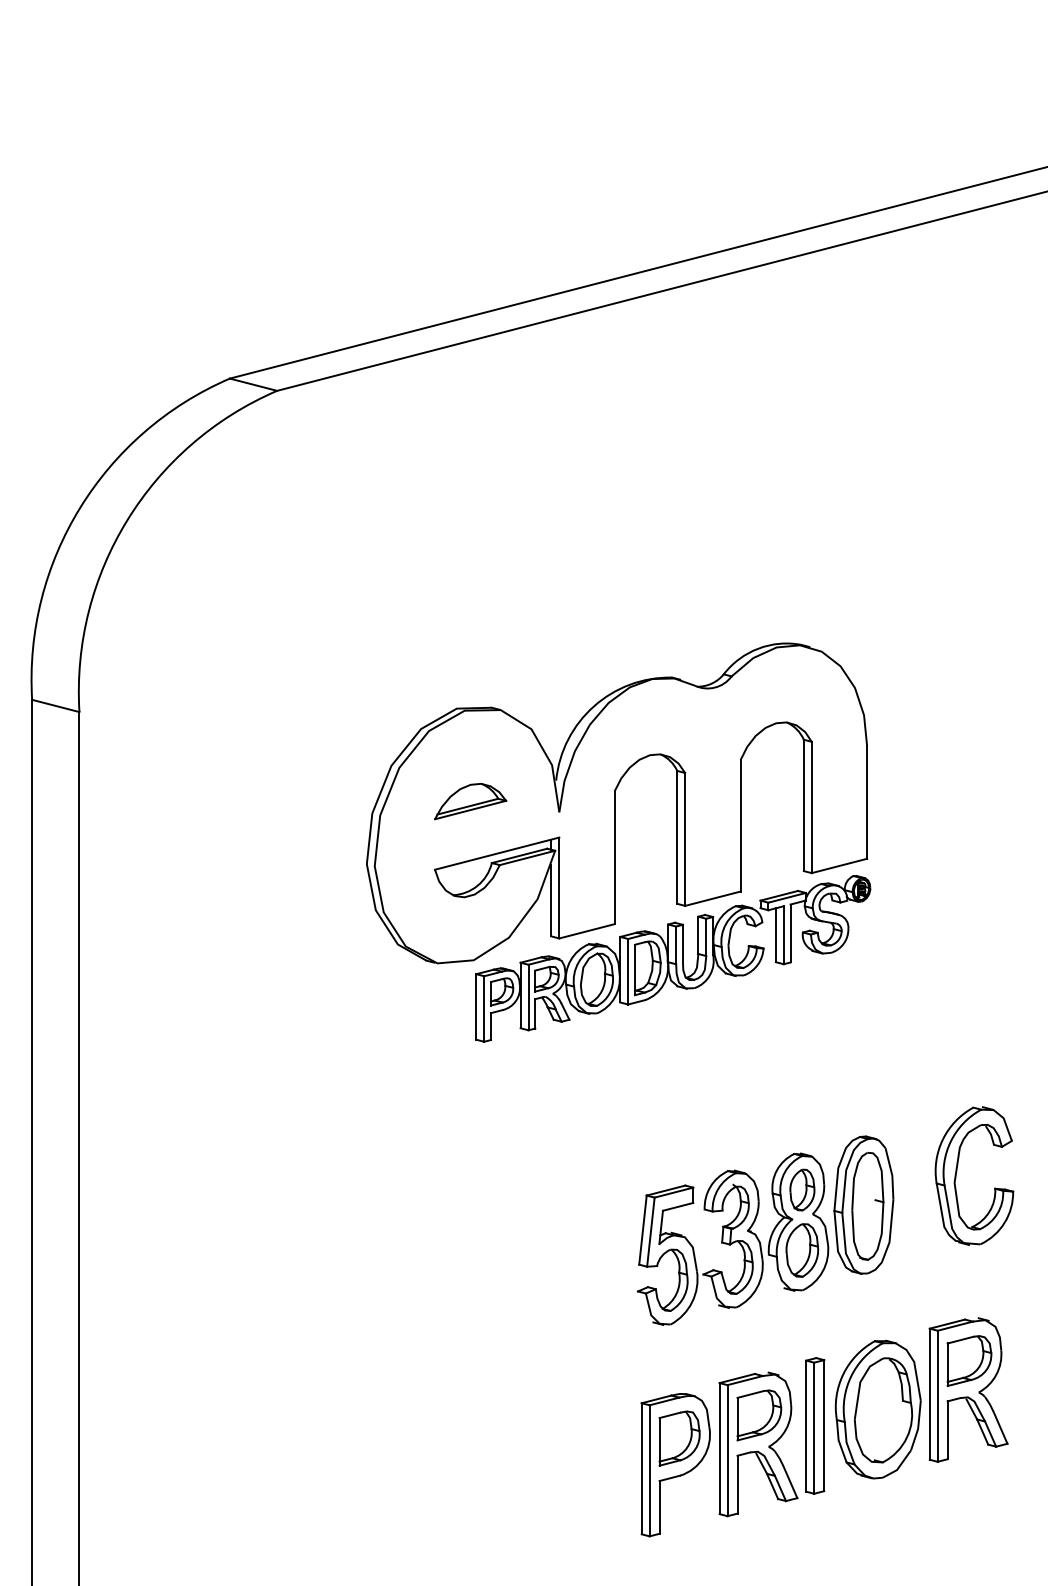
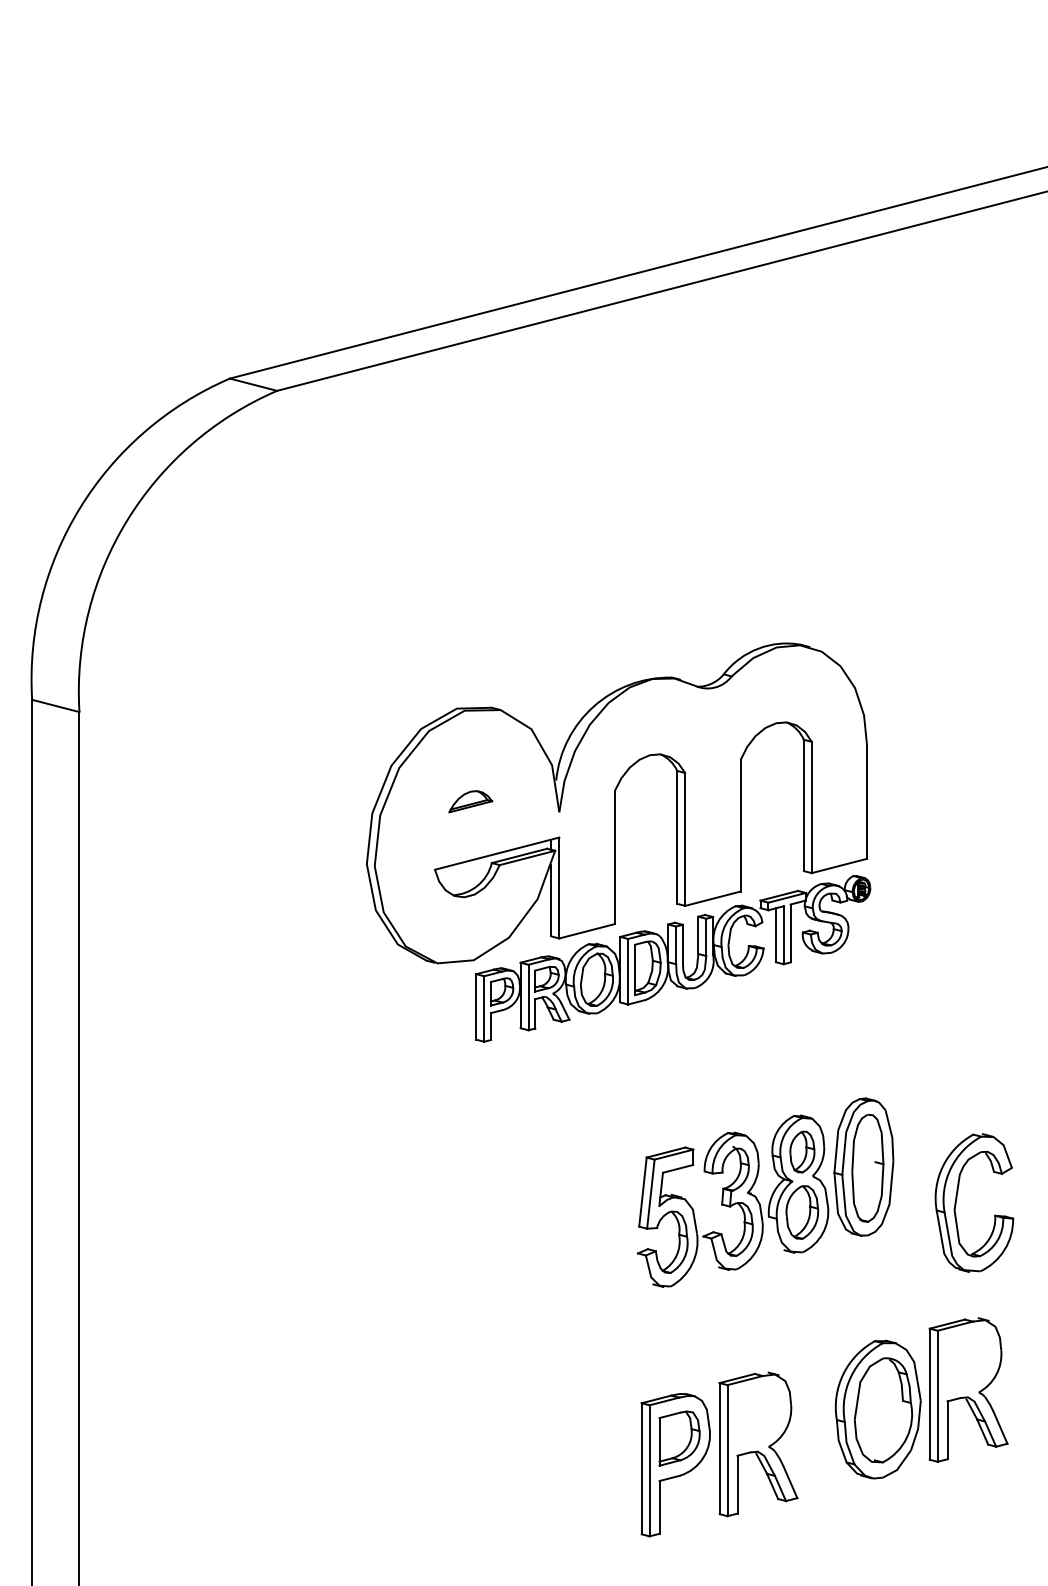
part at (470, 801) size: 74x38 px -> 46x24 px
part at (957, 1171) position: (957, 1171) -> (957, 1198)
part at (771, 1232) position: (771, 1232) -> (771, 1194)
part at (969, 1360): present -> none
part at (759, 1415): present -> none
part at (815, 1425): present -> none
